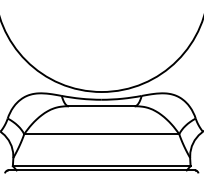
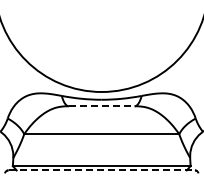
line at (101, 106): solid -> dashed
line at (102, 170): solid -> dashed
